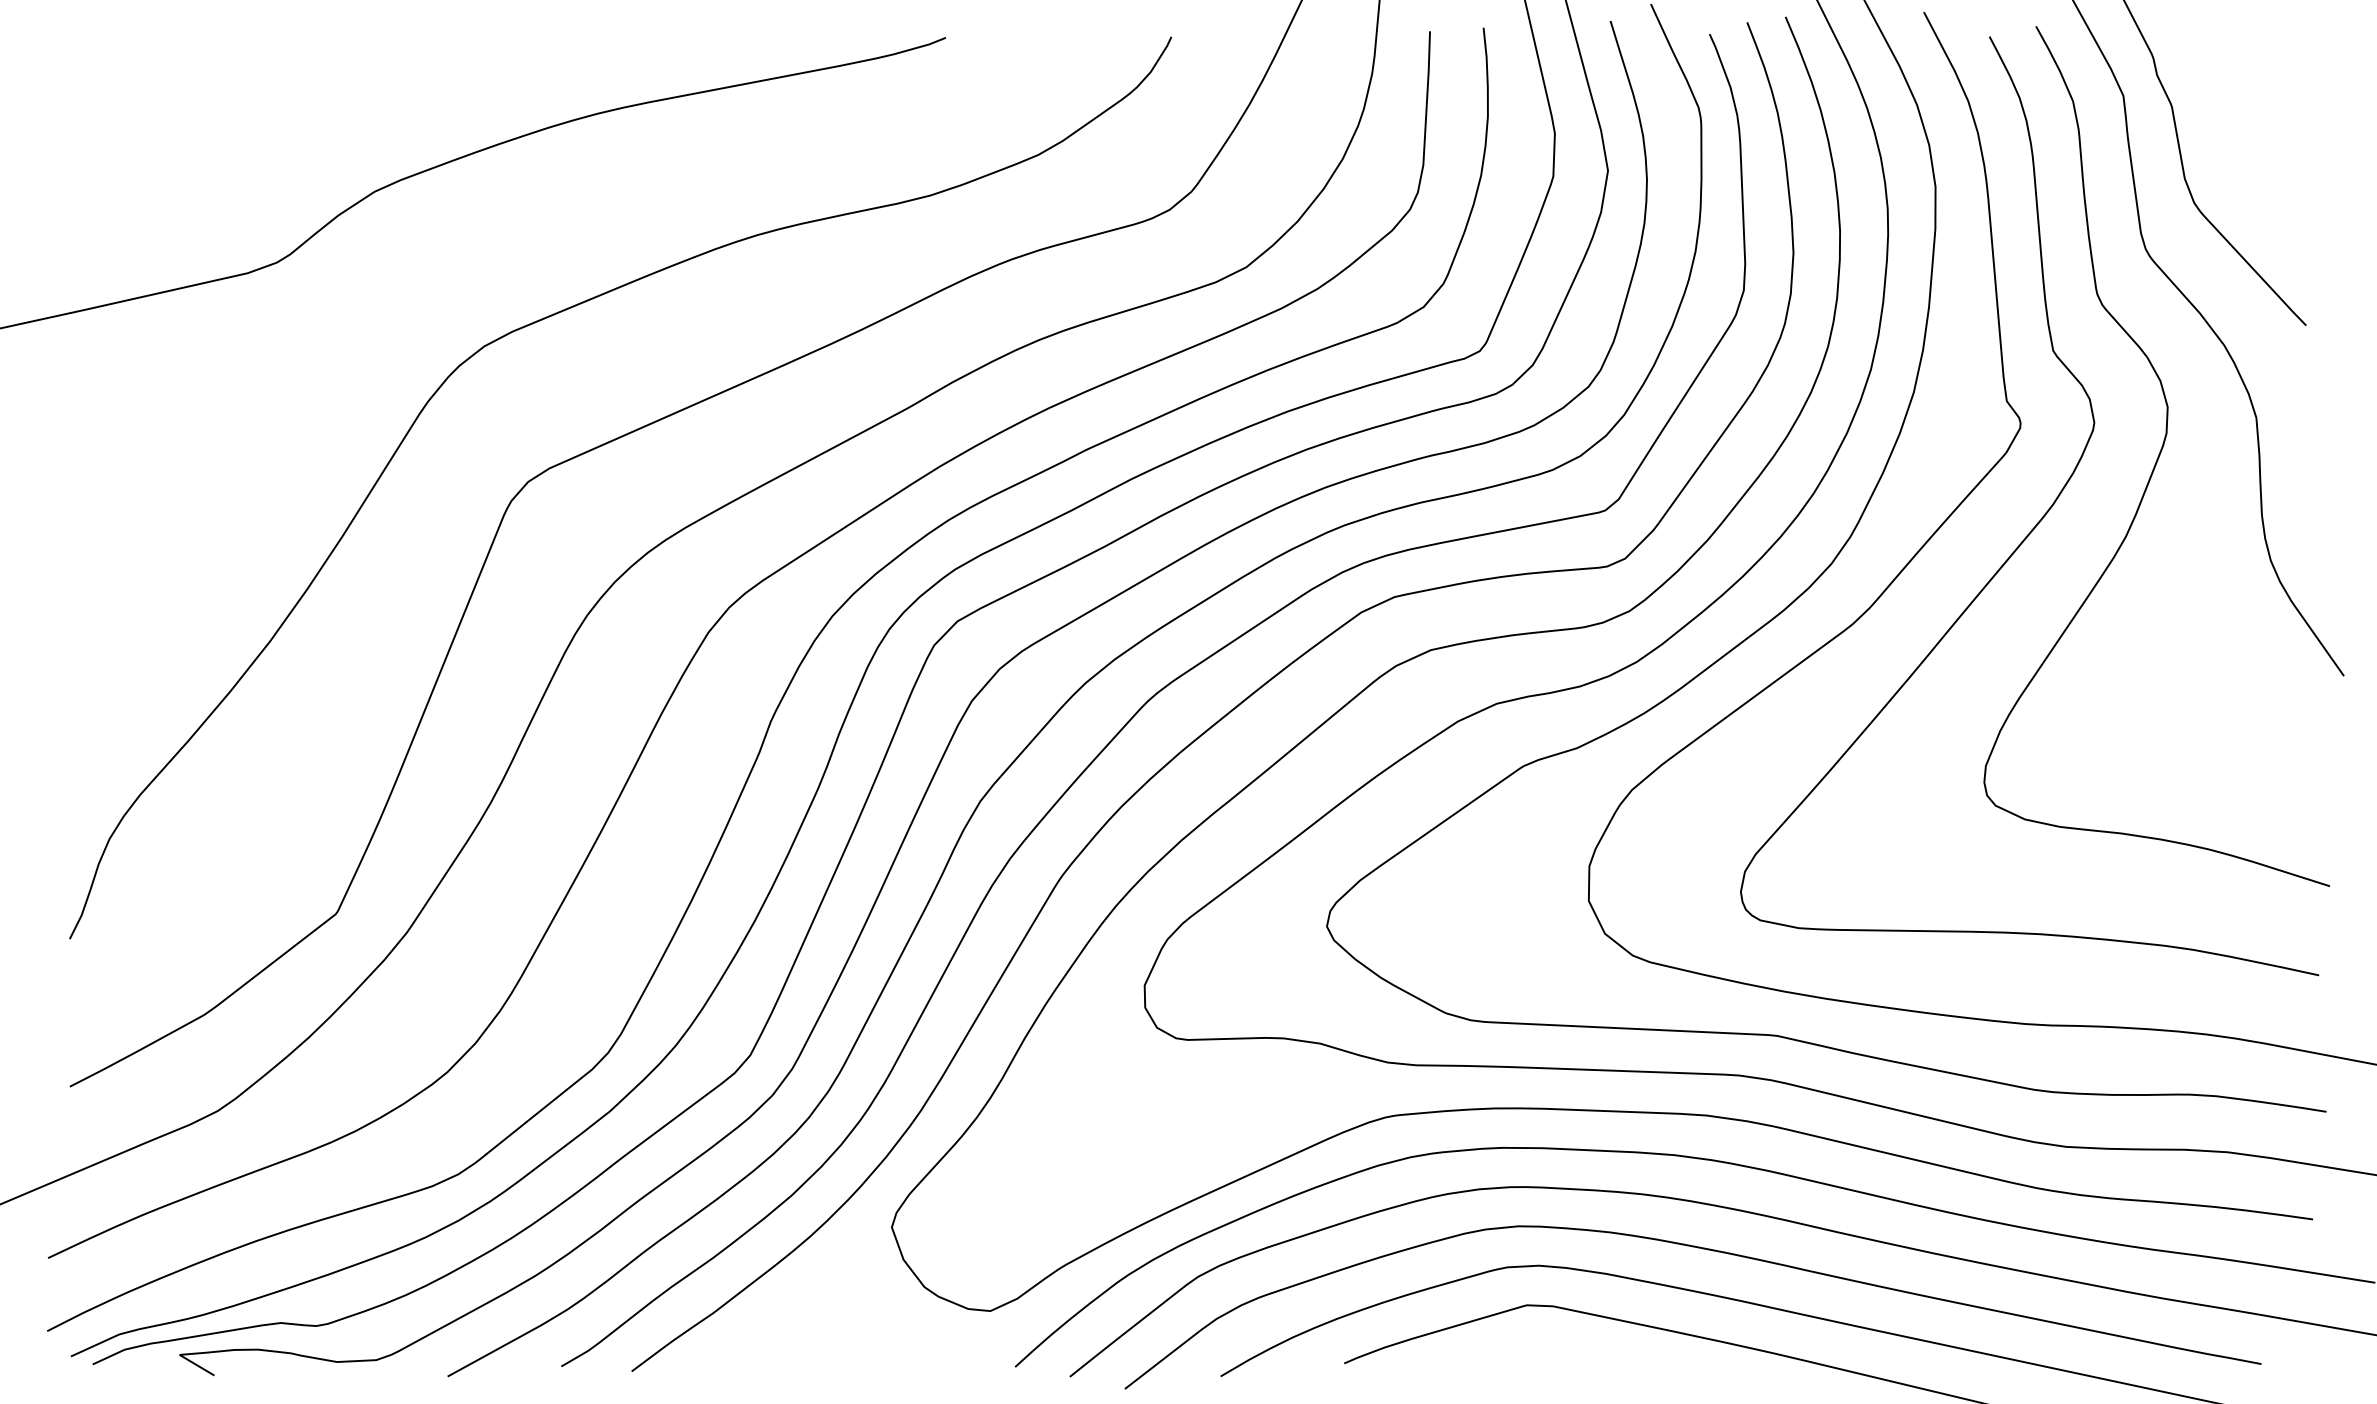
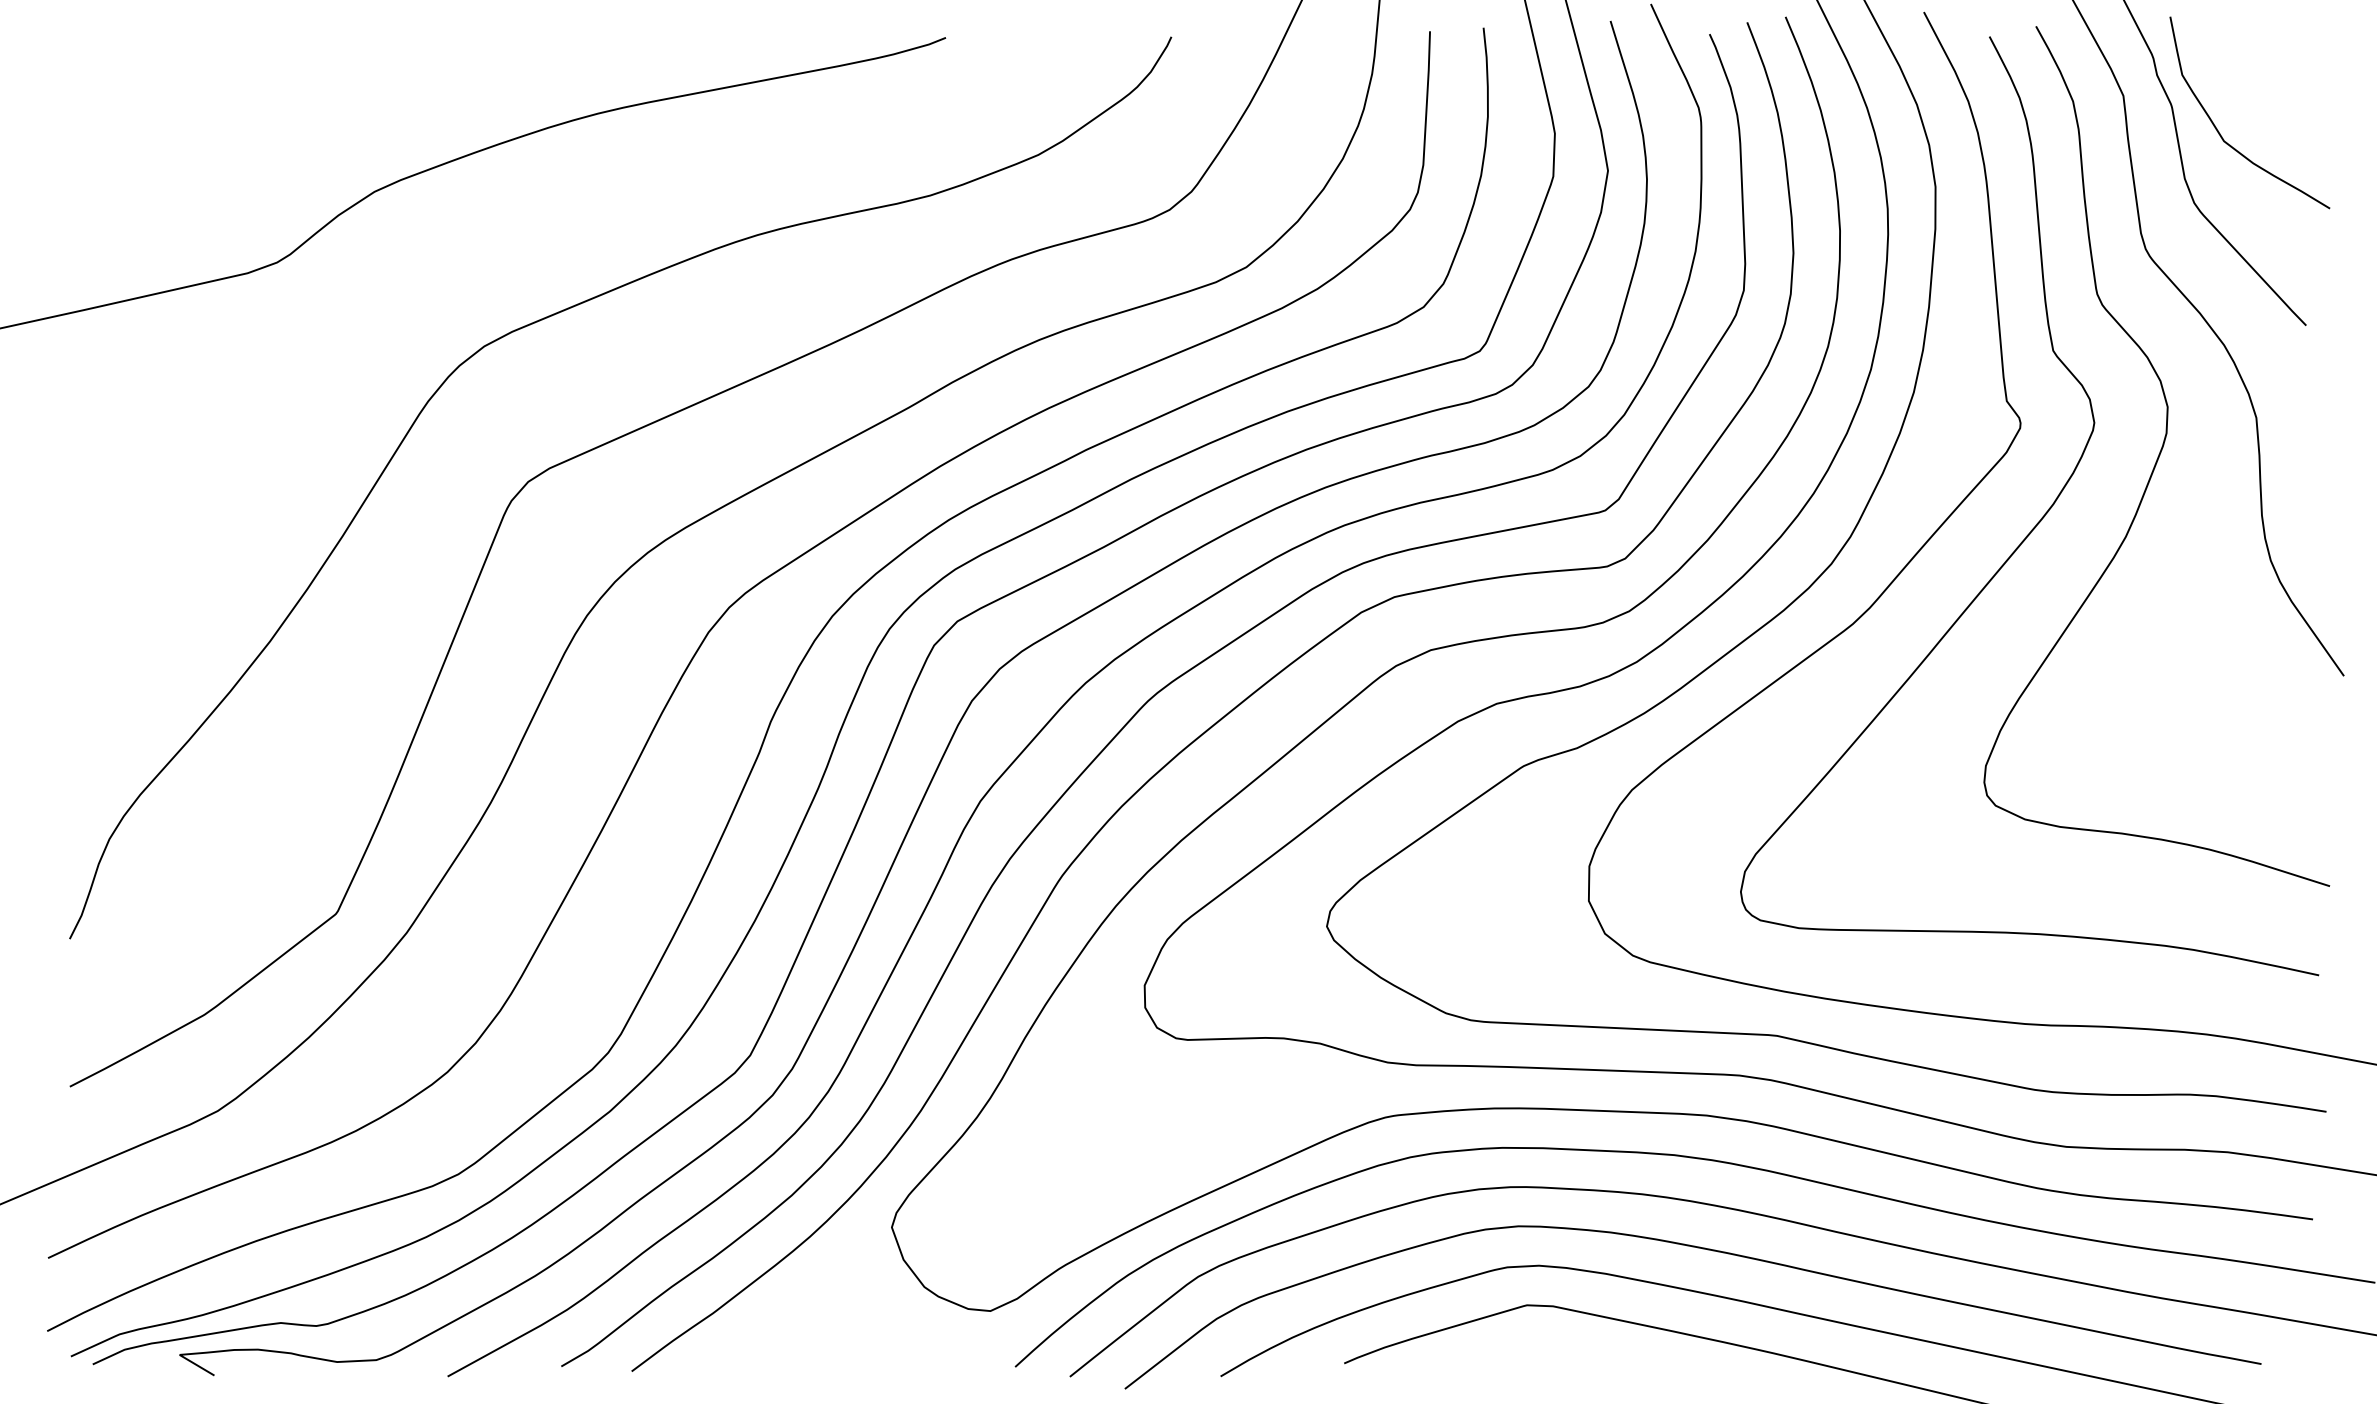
curve at (2219, 131): none -> present
